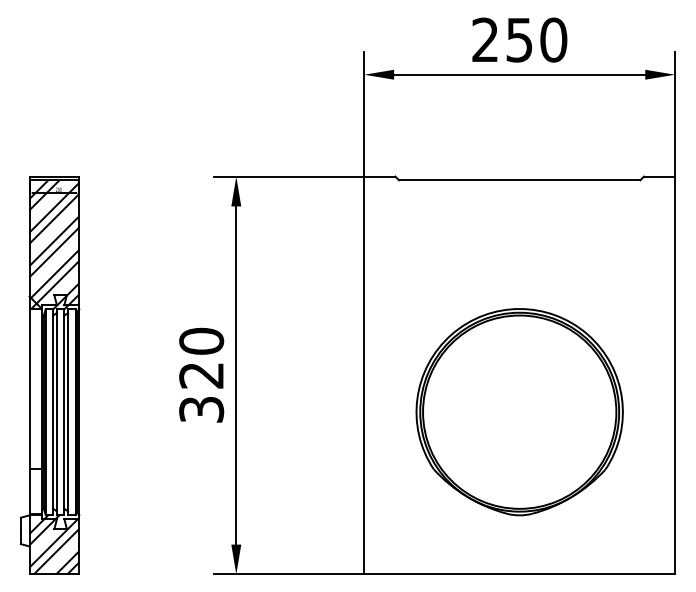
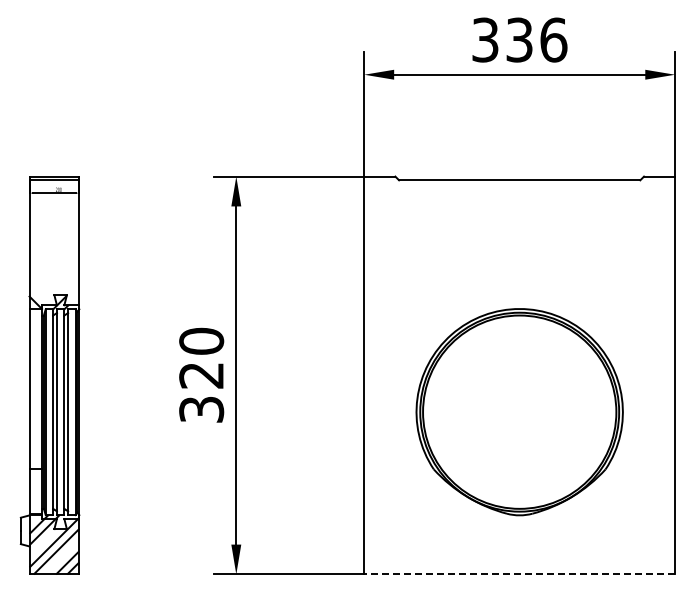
text at (519, 39): 250 -> 336
hatch at (54, 244): present -> none
line at (519, 574): solid -> dashed
